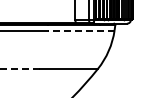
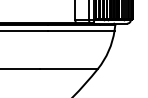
line at (80, 30): dashed -> solid
line at (19, 68): dashed -> solid
